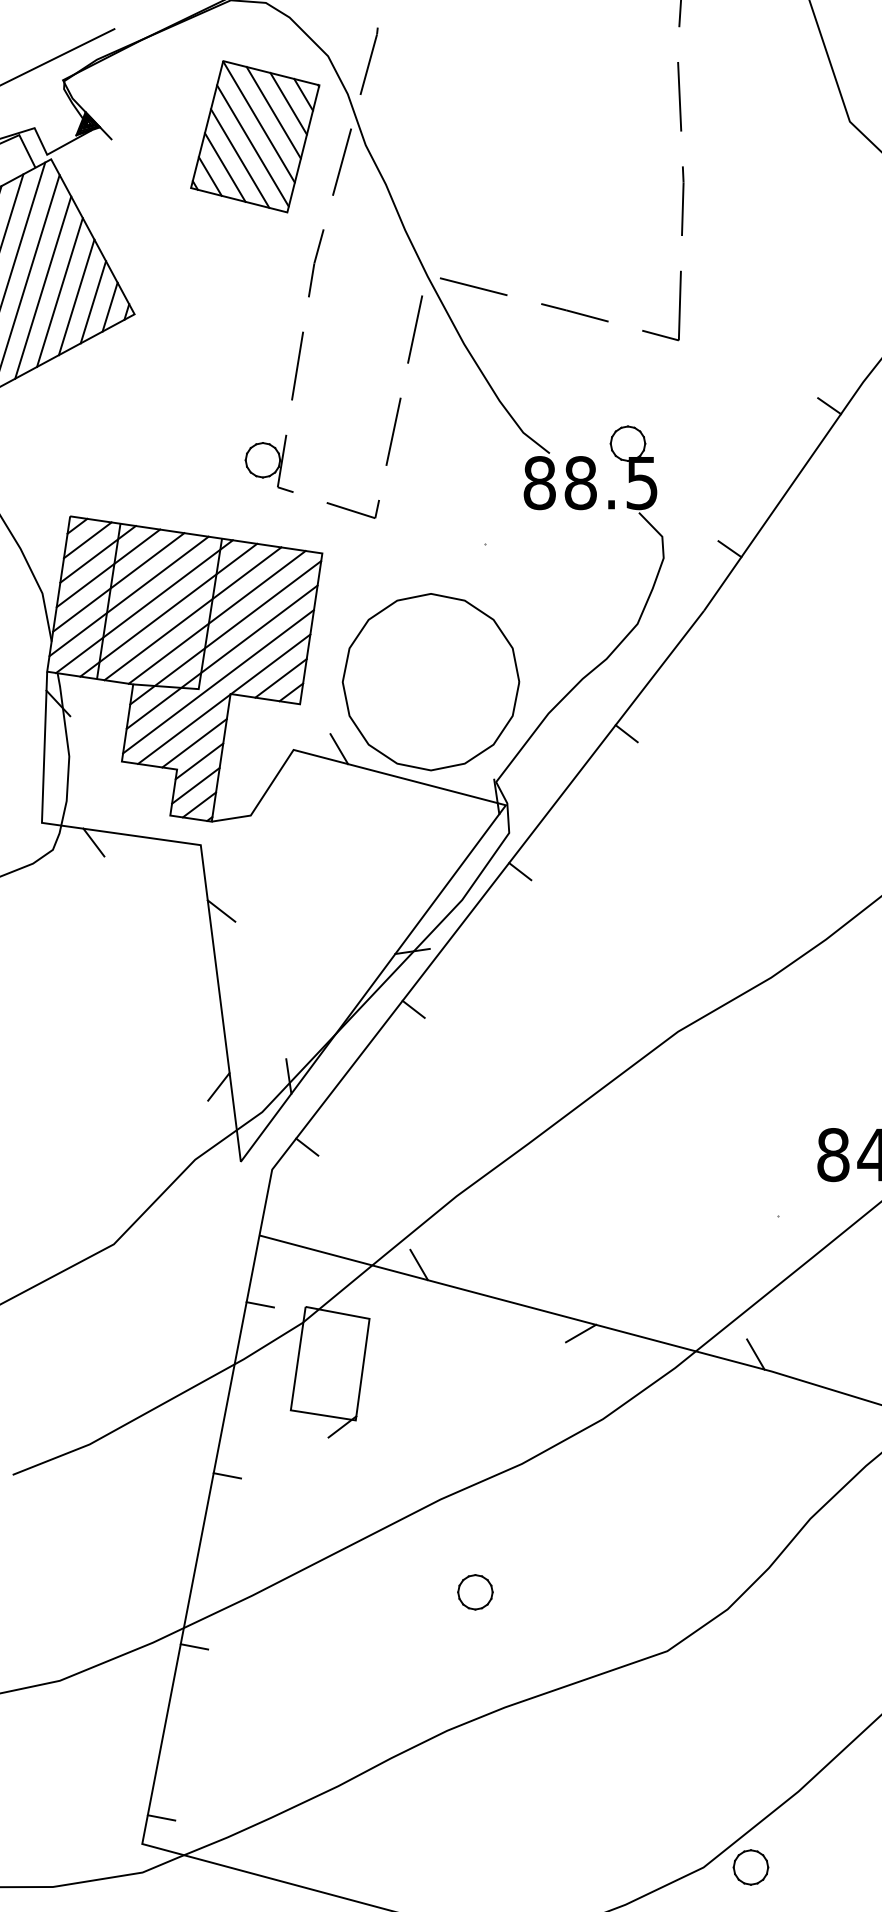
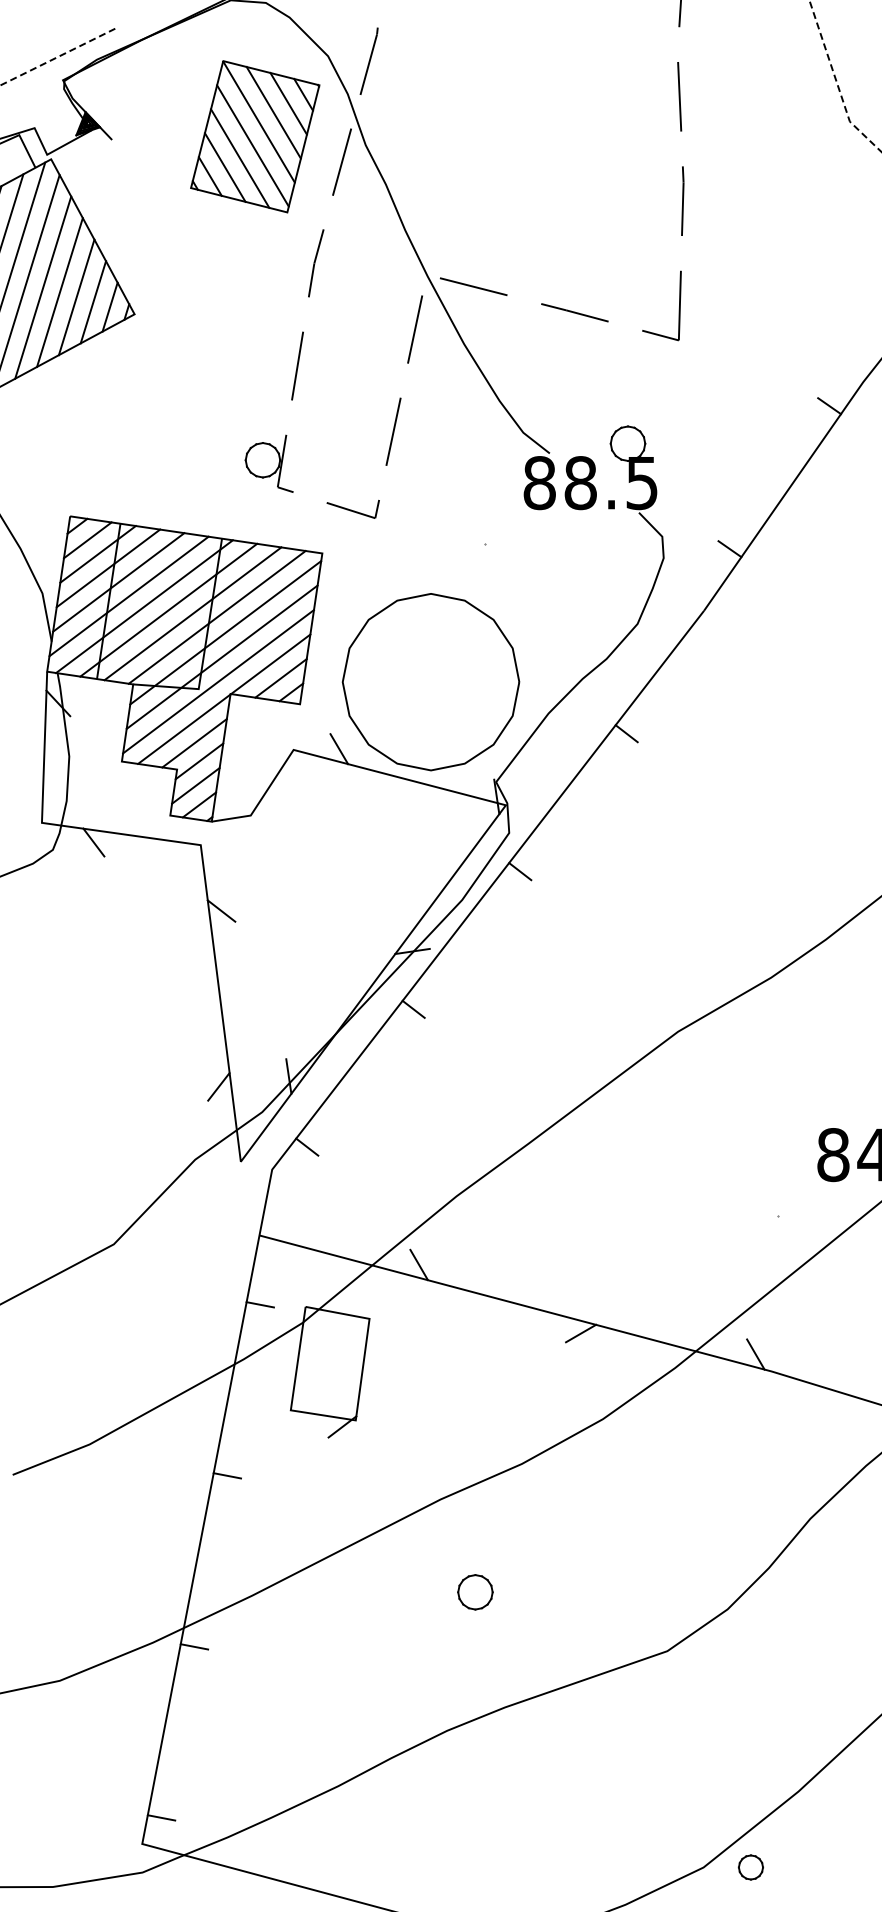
line at (57, 57): solid -> dashed
line at (836, 82): solid -> dashed
part at (750, 1867) size: 38x37 px -> 27x27 px
